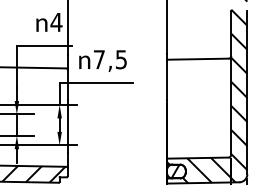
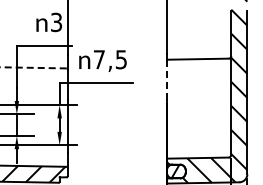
text at (56, 22): 4 -> 3
line at (33, 67): solid -> dashed
line at (166, 80): solid -> dashed
